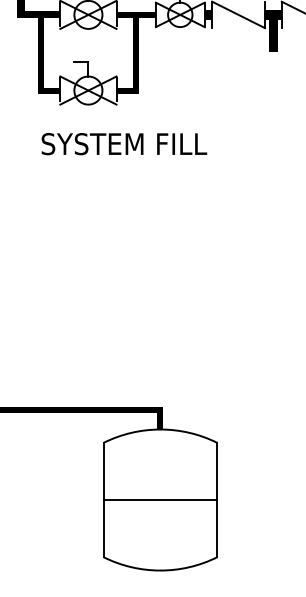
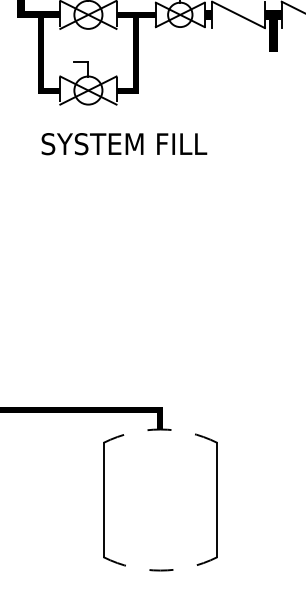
arc at (160, 429): solid -> dashed
line at (160, 500): present -> none
arc at (160, 570): solid -> dashed
